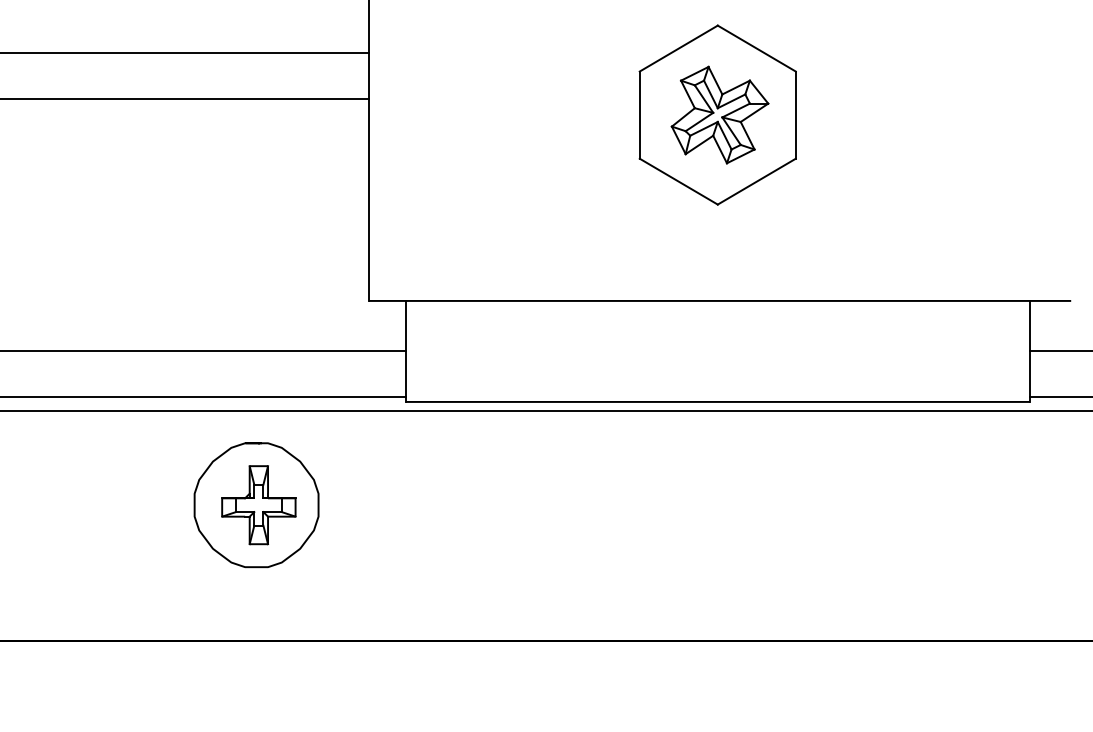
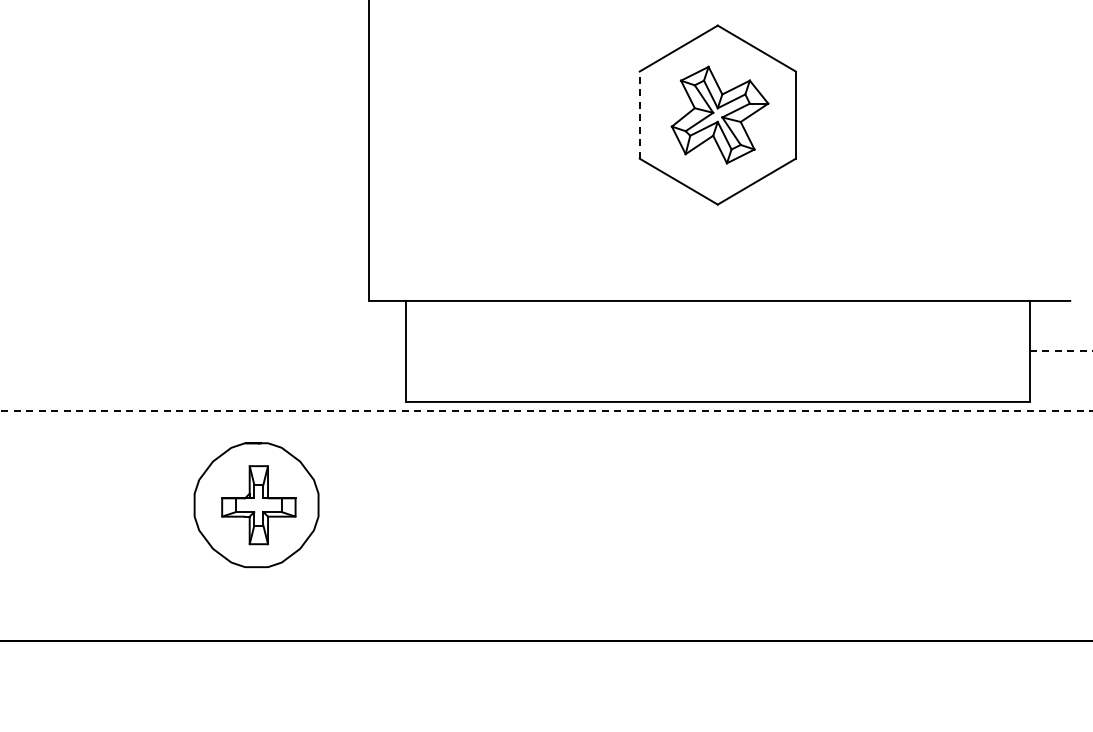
line at (185, 53): present -> none
line at (185, 99): present -> none
line at (639, 115): solid -> dashed
line at (203, 351): present -> none
line at (1061, 351): solid -> dashed
line at (203, 397): present -> none
line at (1059, 397): present -> none
line at (546, 411): solid -> dashed
